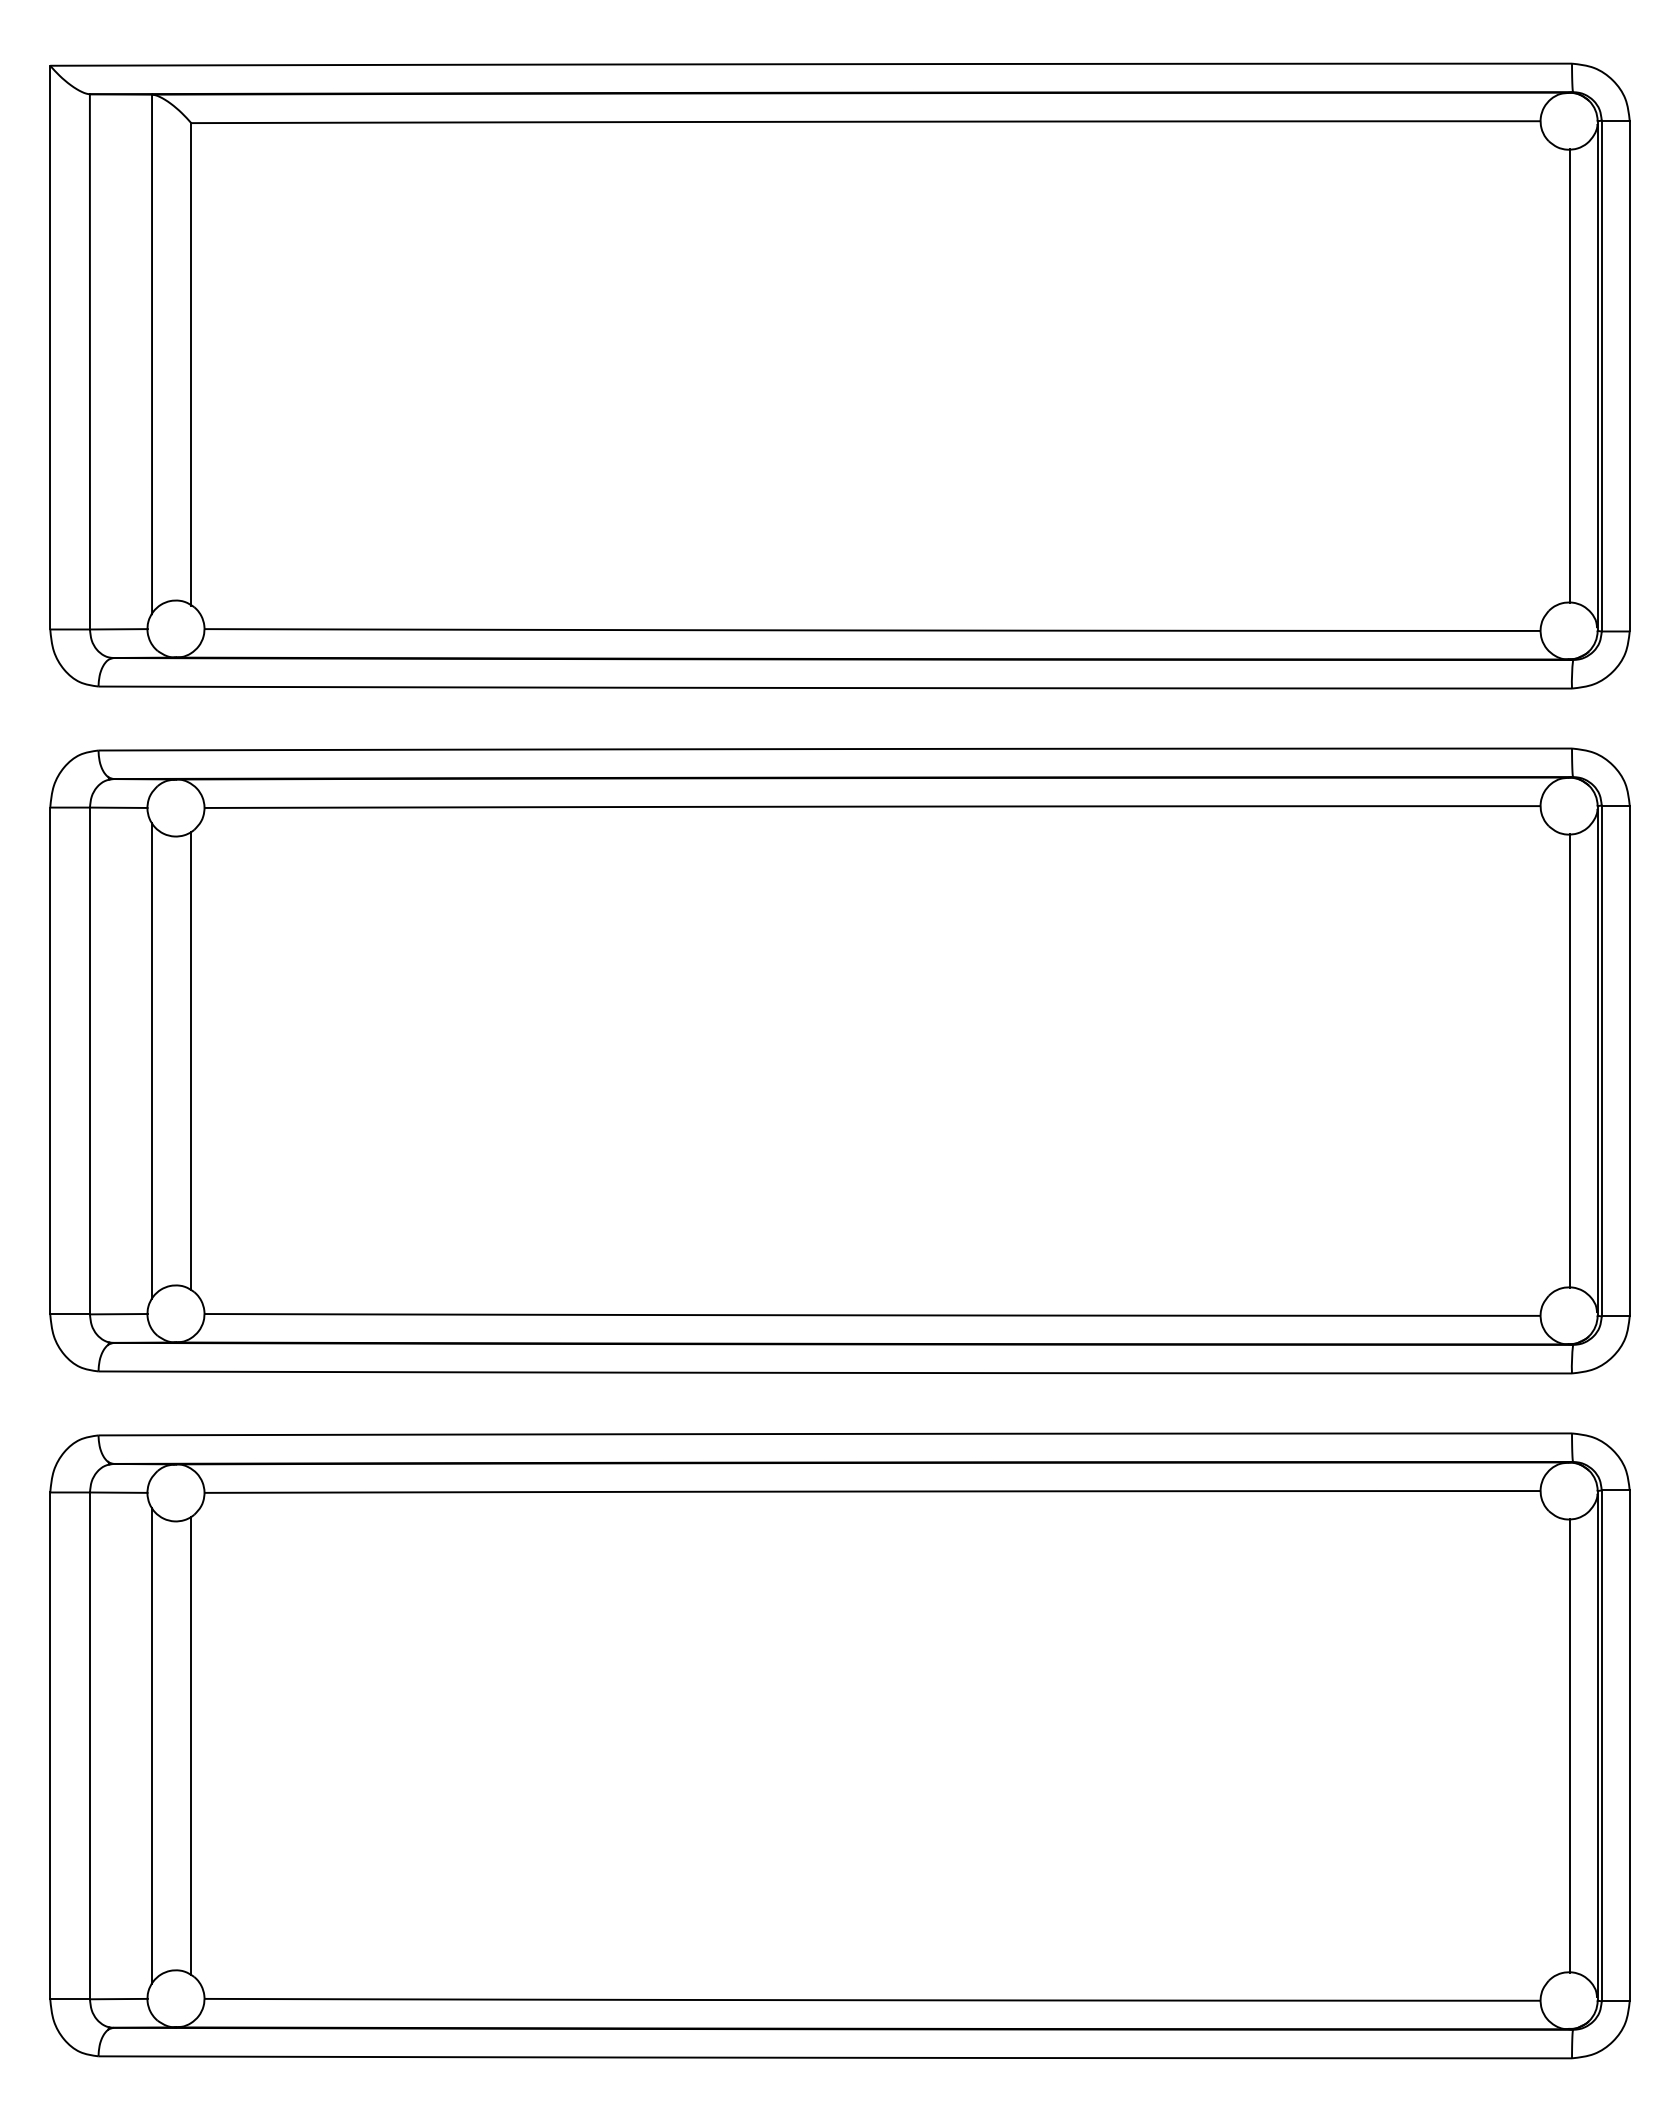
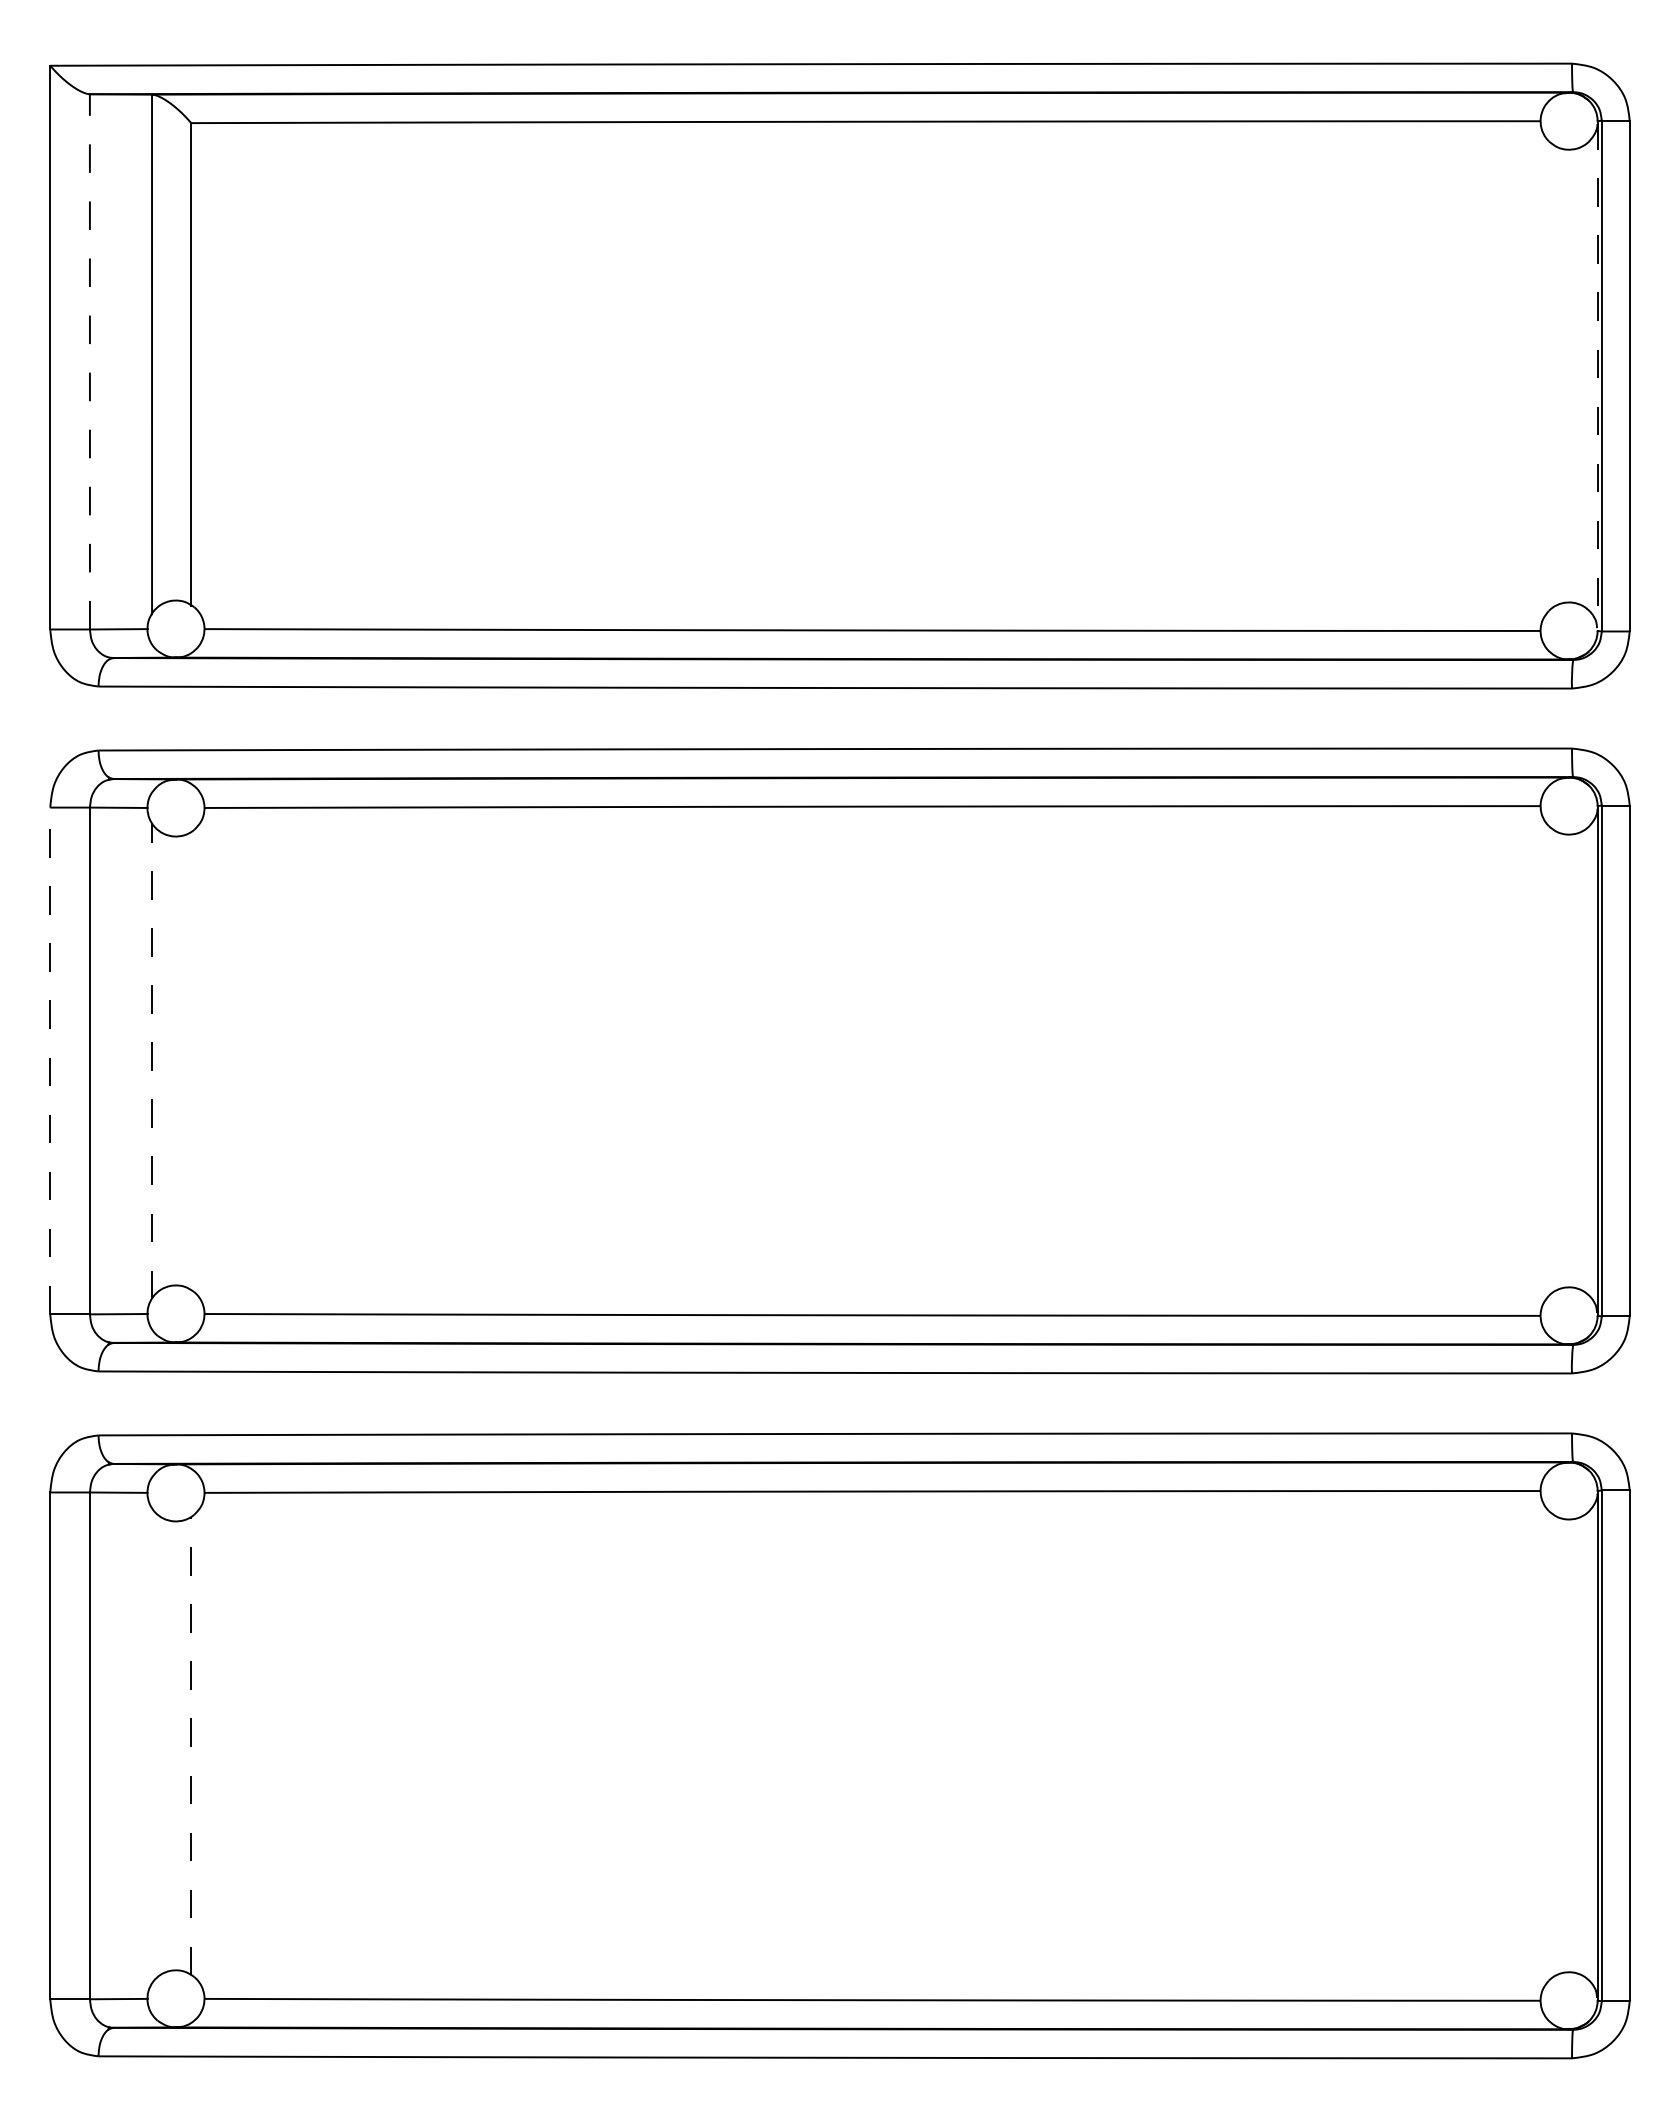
line at (89, 361): solid -> dashed
line at (1570, 375): present -> none
line at (1597, 376): solid -> dashed
line at (50, 1060): solid -> dashed
line at (152, 1060): solid -> dashed
line at (1570, 1060): present -> none
line at (191, 1061): present -> none
line at (152, 1745): present -> none
line at (191, 1745): solid -> dashed
line at (1570, 1745): present -> none
